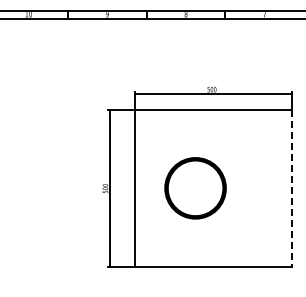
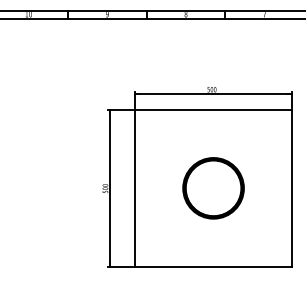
part at (195, 188) position: (195, 188) -> (213, 188)
line at (292, 188): dashed -> solid
